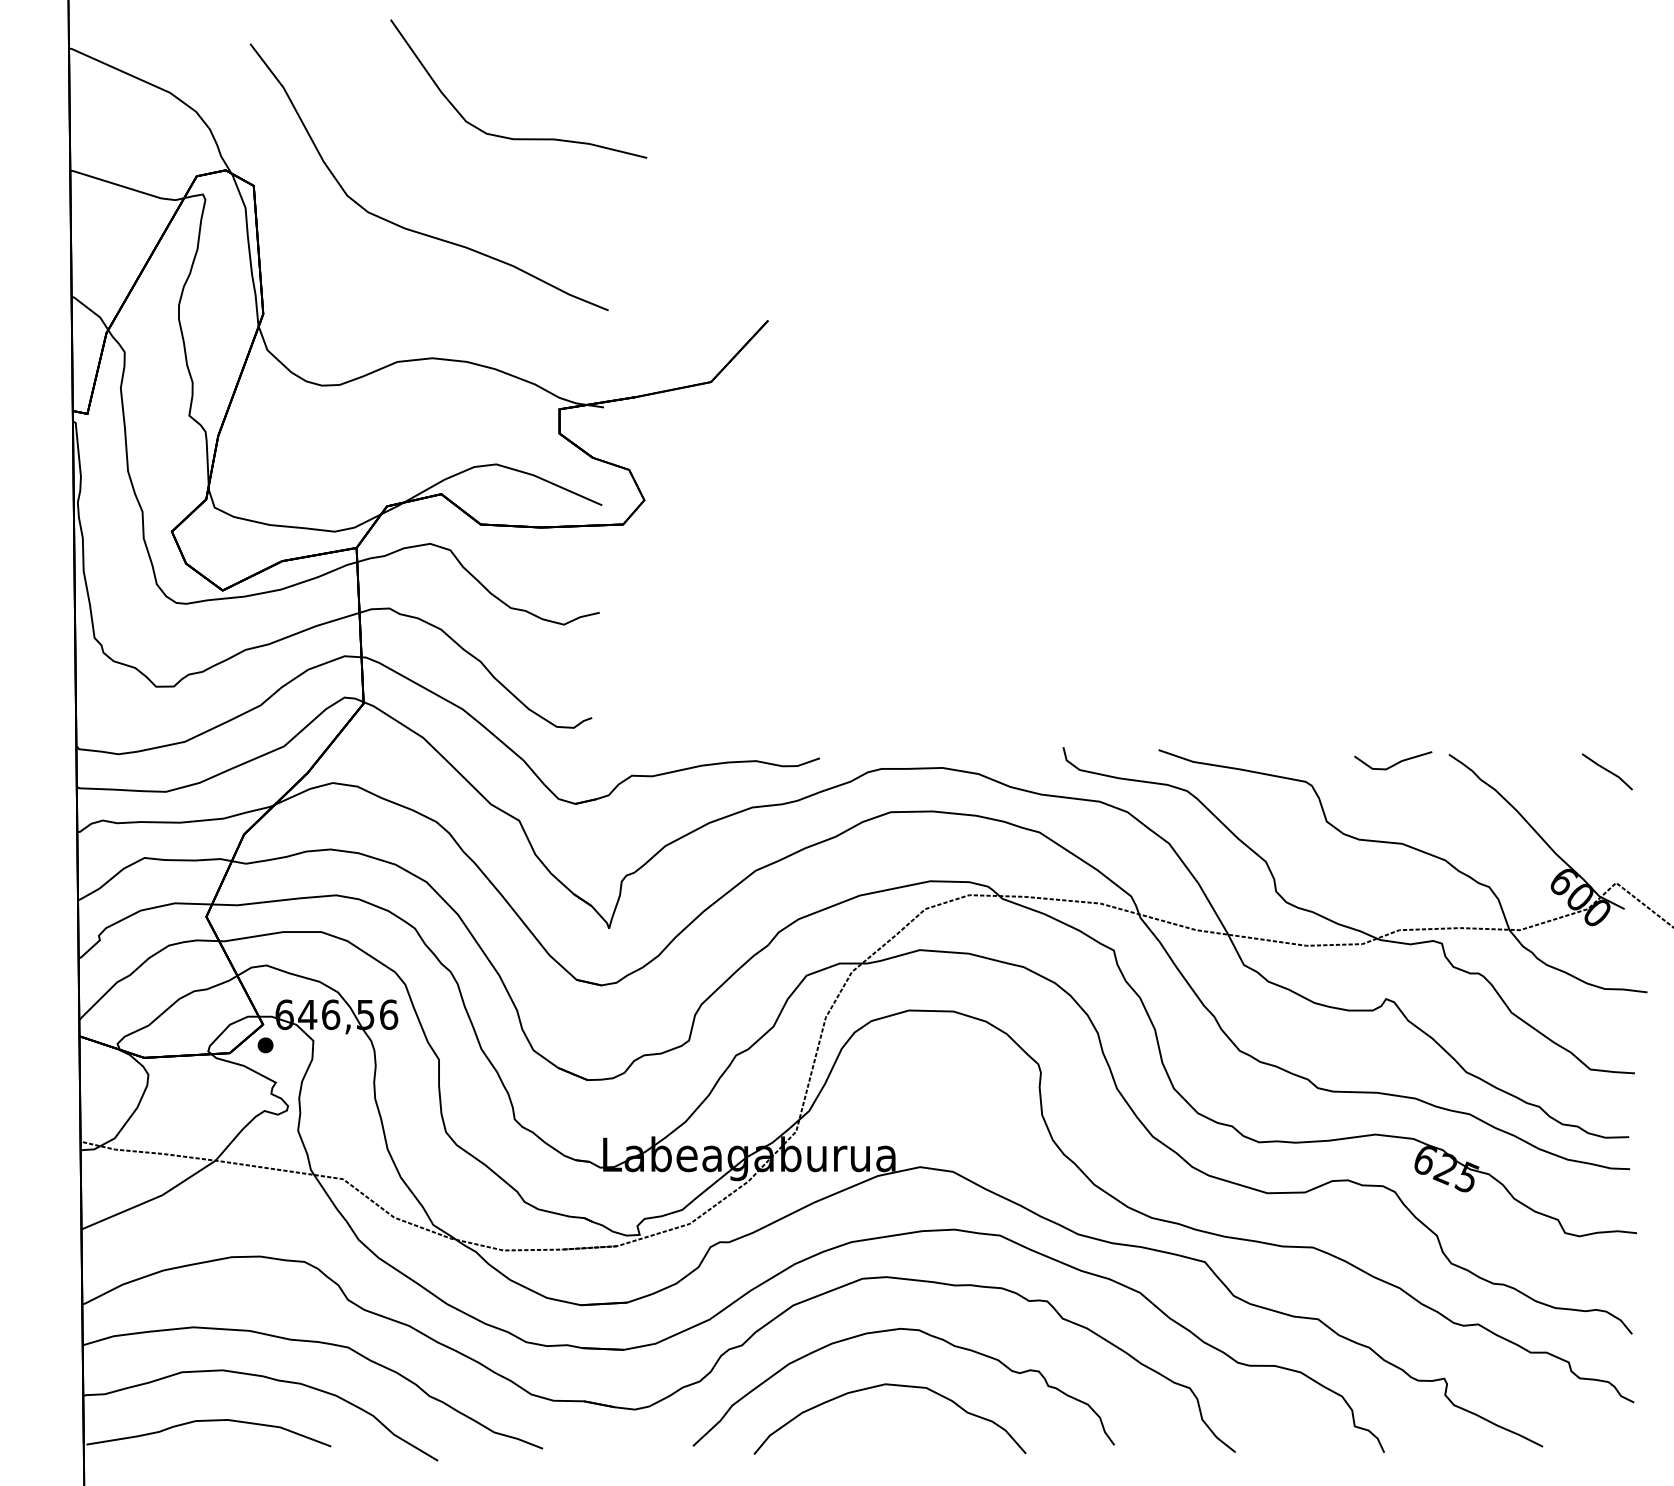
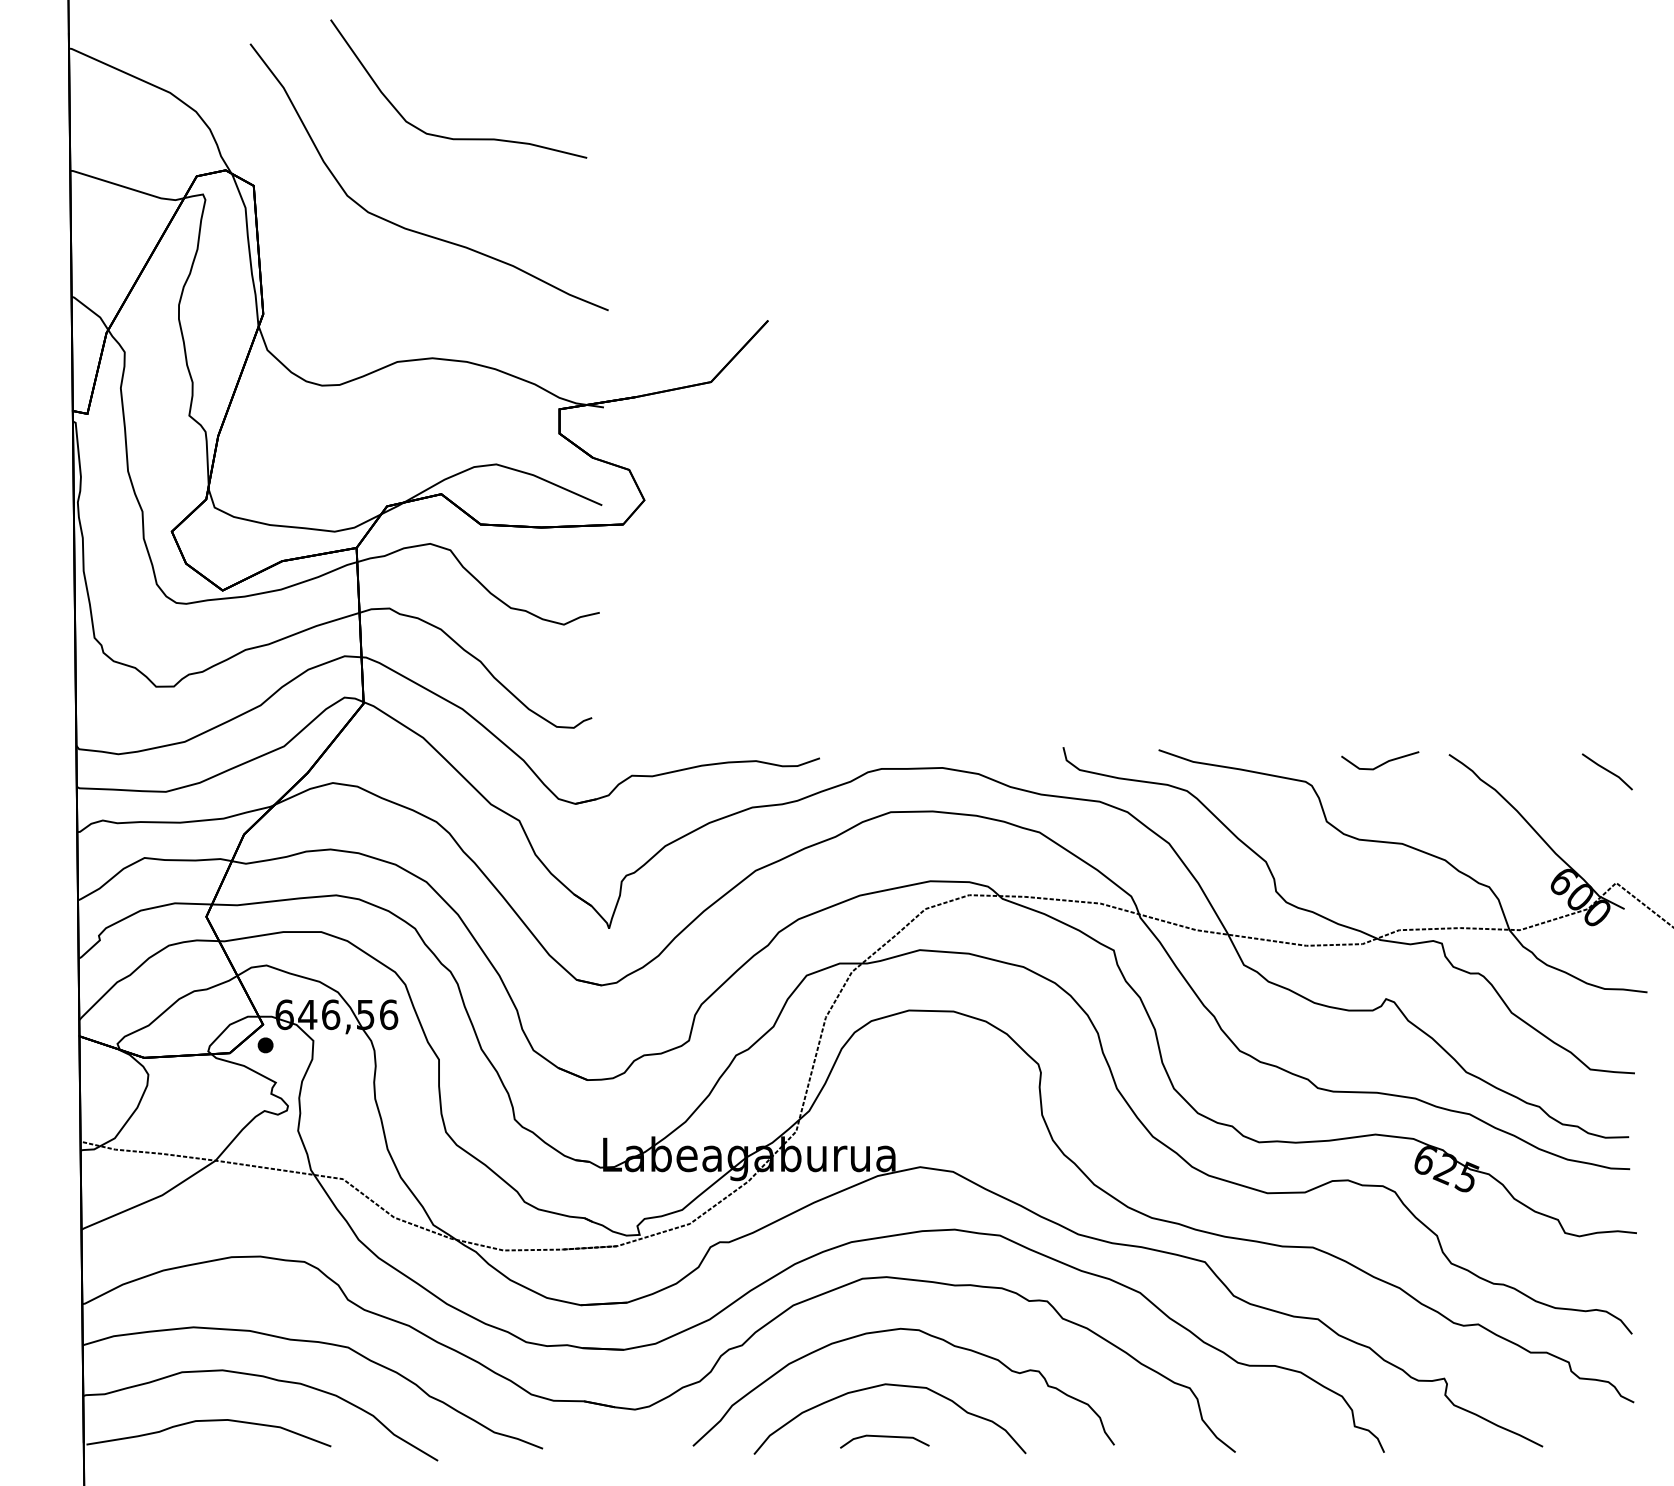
curve at (506, 136) position: (506, 136) -> (446, 136)
line at (1394, 763) position: (1394, 763) -> (1381, 763)
line at (884, 1437): none -> present
